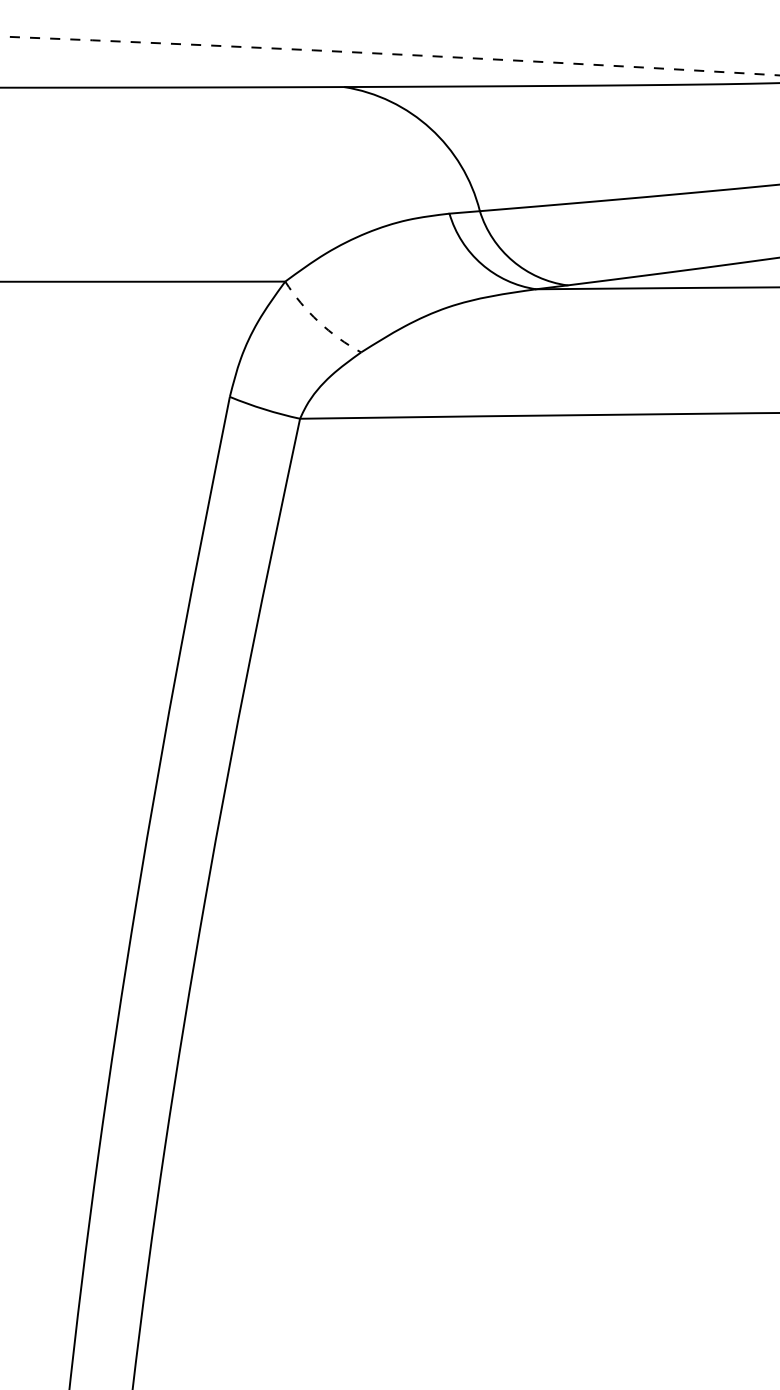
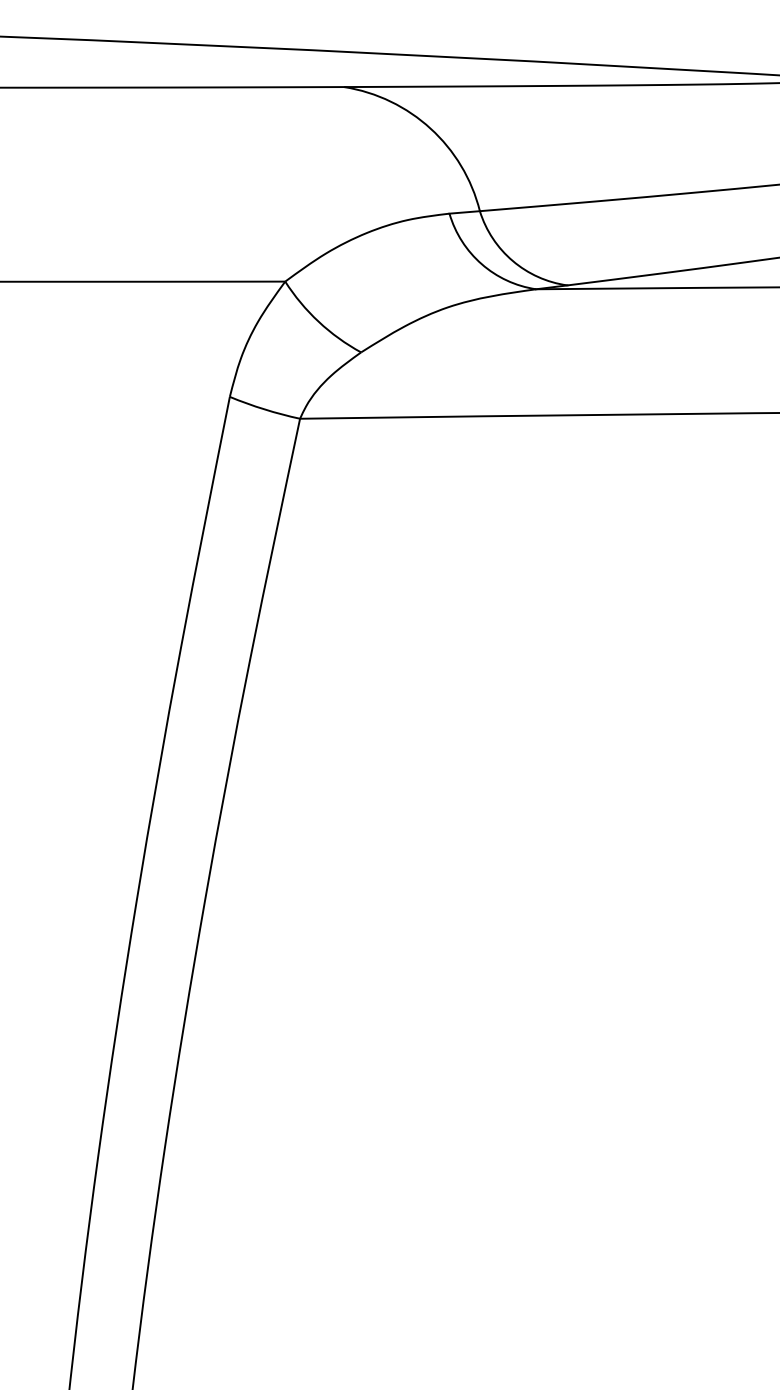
arc at (390, 54): dashed -> solid
arc at (318, 321): dashed -> solid
